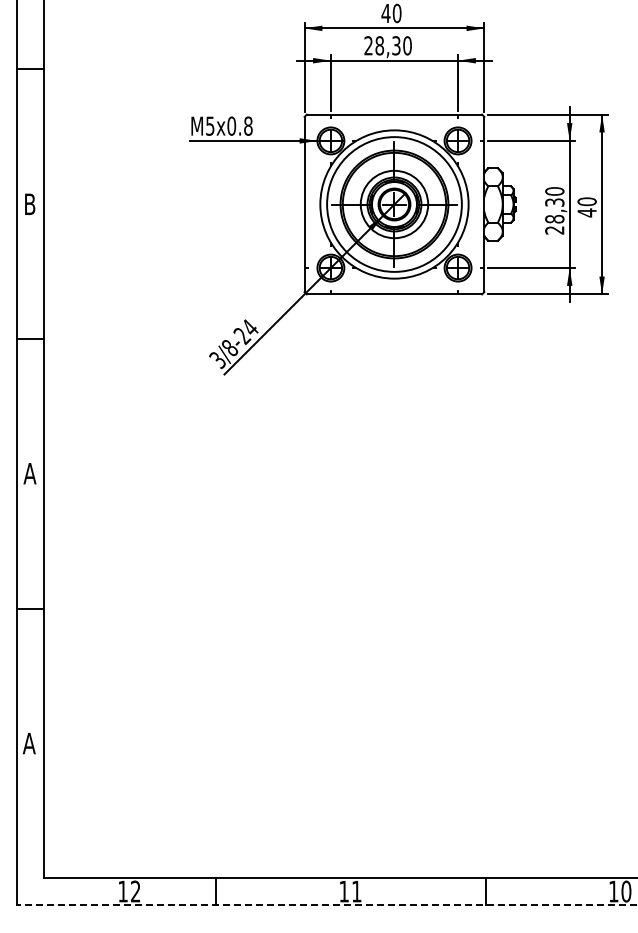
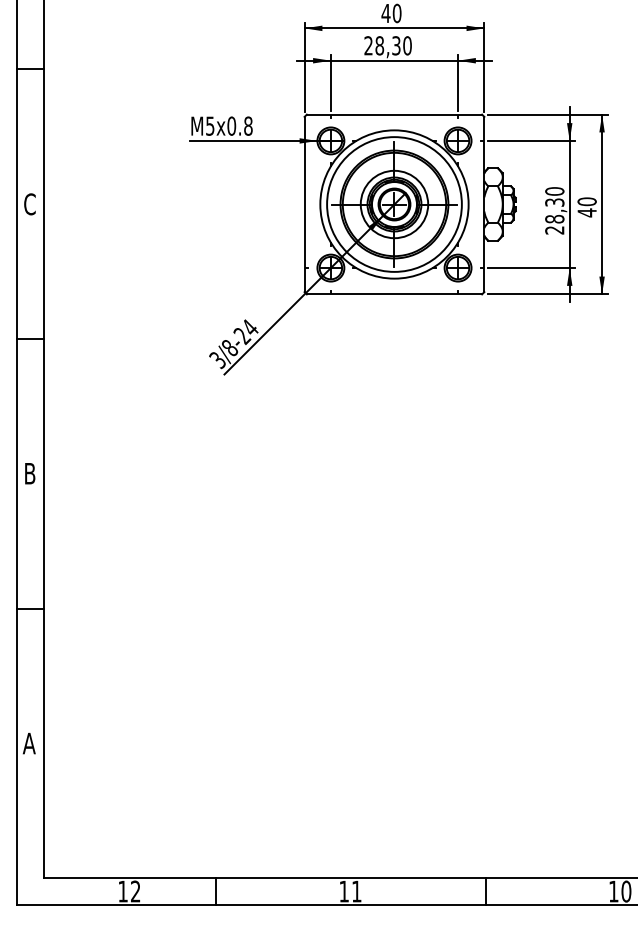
text at (29, 204): B -> C
text at (29, 473): A -> B
line at (326, 905): dashed -> solid
